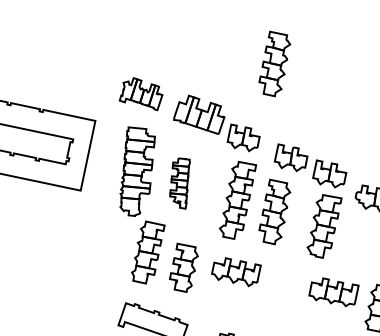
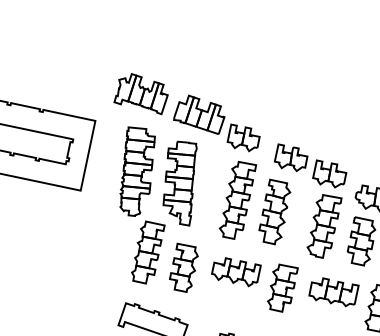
part at (274, 63): present -> none
part at (140, 94) size: 46x35 px -> 56x43 px
part at (179, 183) size: 22x53 px -> 36x87 px
part at (361, 241): none -> present
part at (282, 287): none -> present
